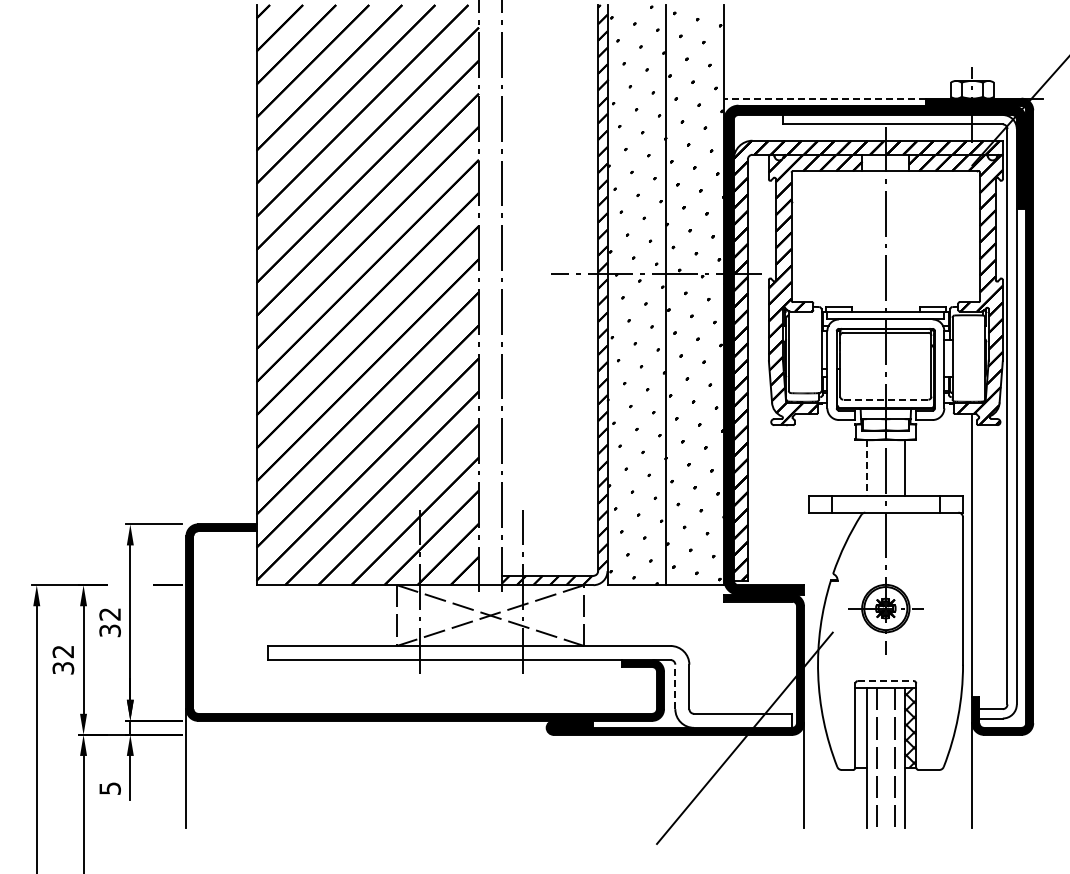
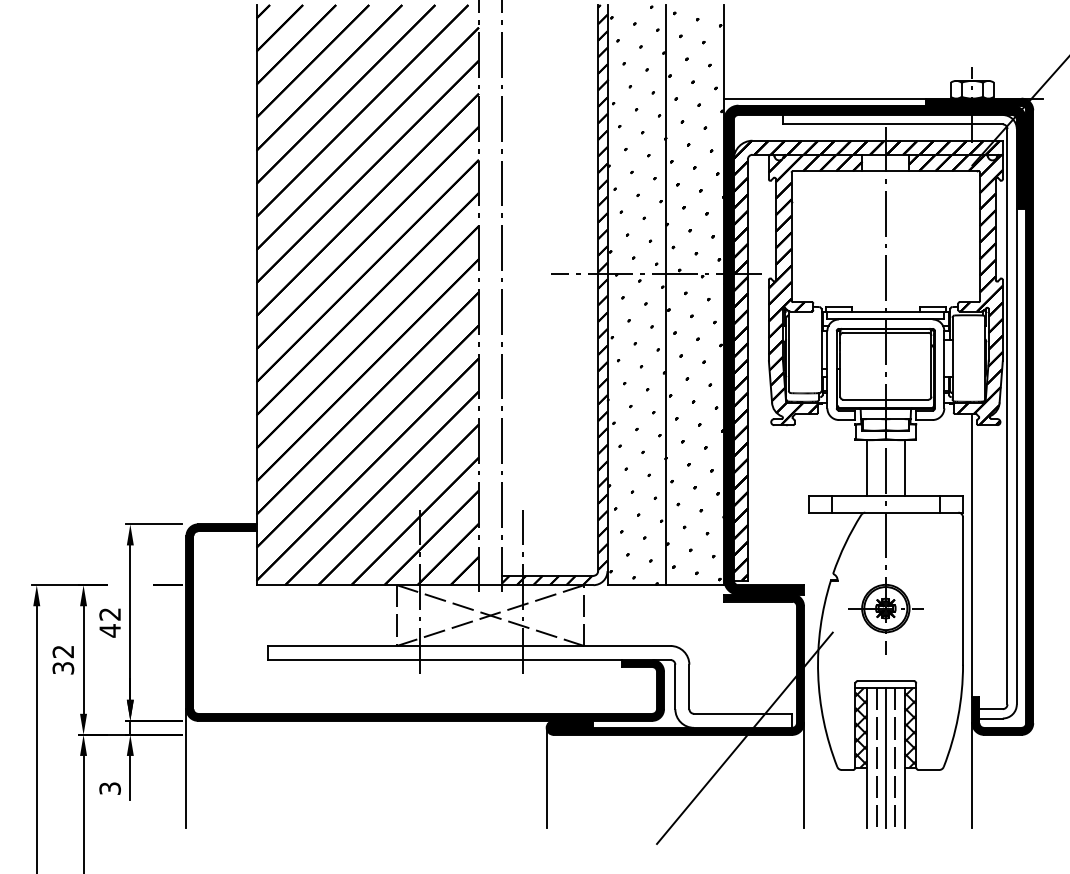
line at (825, 98): dashed -> solid
line at (885, 399): dashed -> solid
line at (867, 468): dashed -> solid
text at (109, 630): 32 -> 42
line at (886, 681): dashed -> solid
line at (675, 686): dashed -> solid
hatch at (861, 727): none -> present
line at (885, 758): none -> present
line at (546, 777): none -> present
text at (109, 788): 5 -> 3
